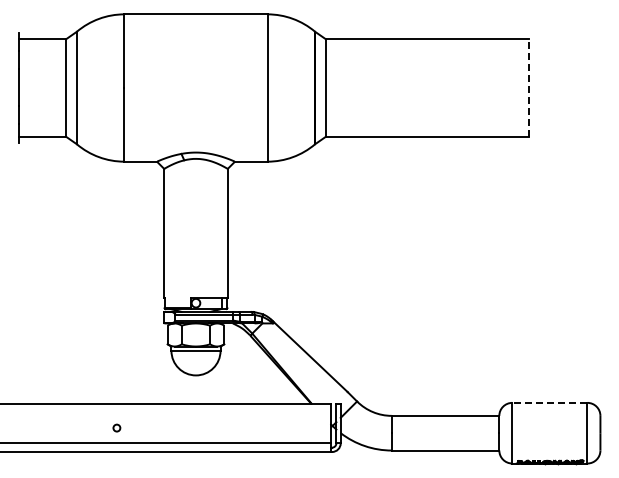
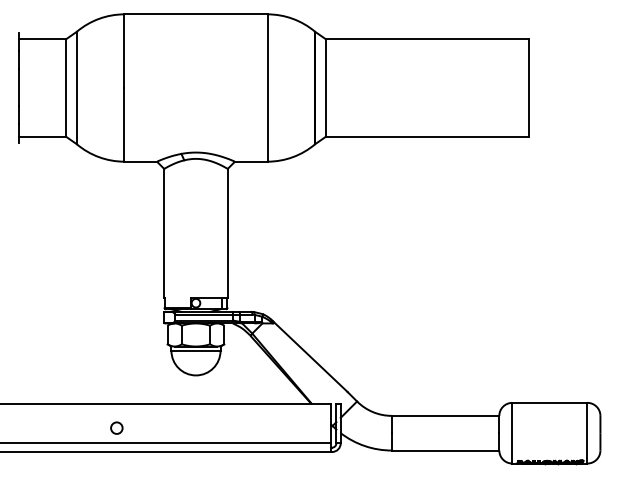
line at (528, 88): dashed -> solid
line at (549, 402): dashed -> solid
circle at (116, 427) size: 10x10 px -> 14x14 px
